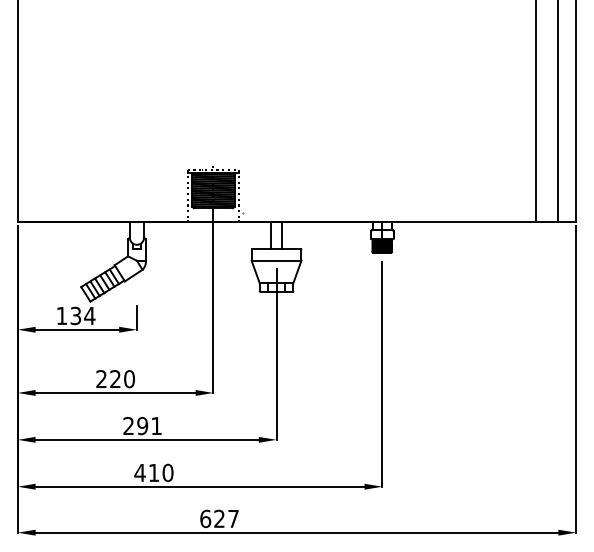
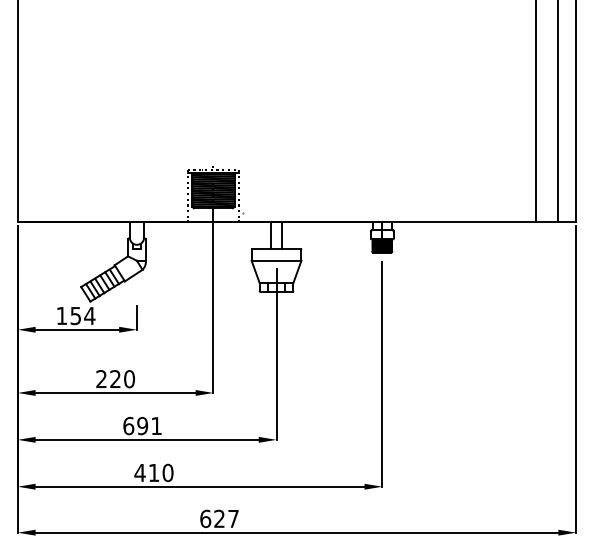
text at (76, 315): 134 -> 154
text at (128, 425): 291 -> 691
